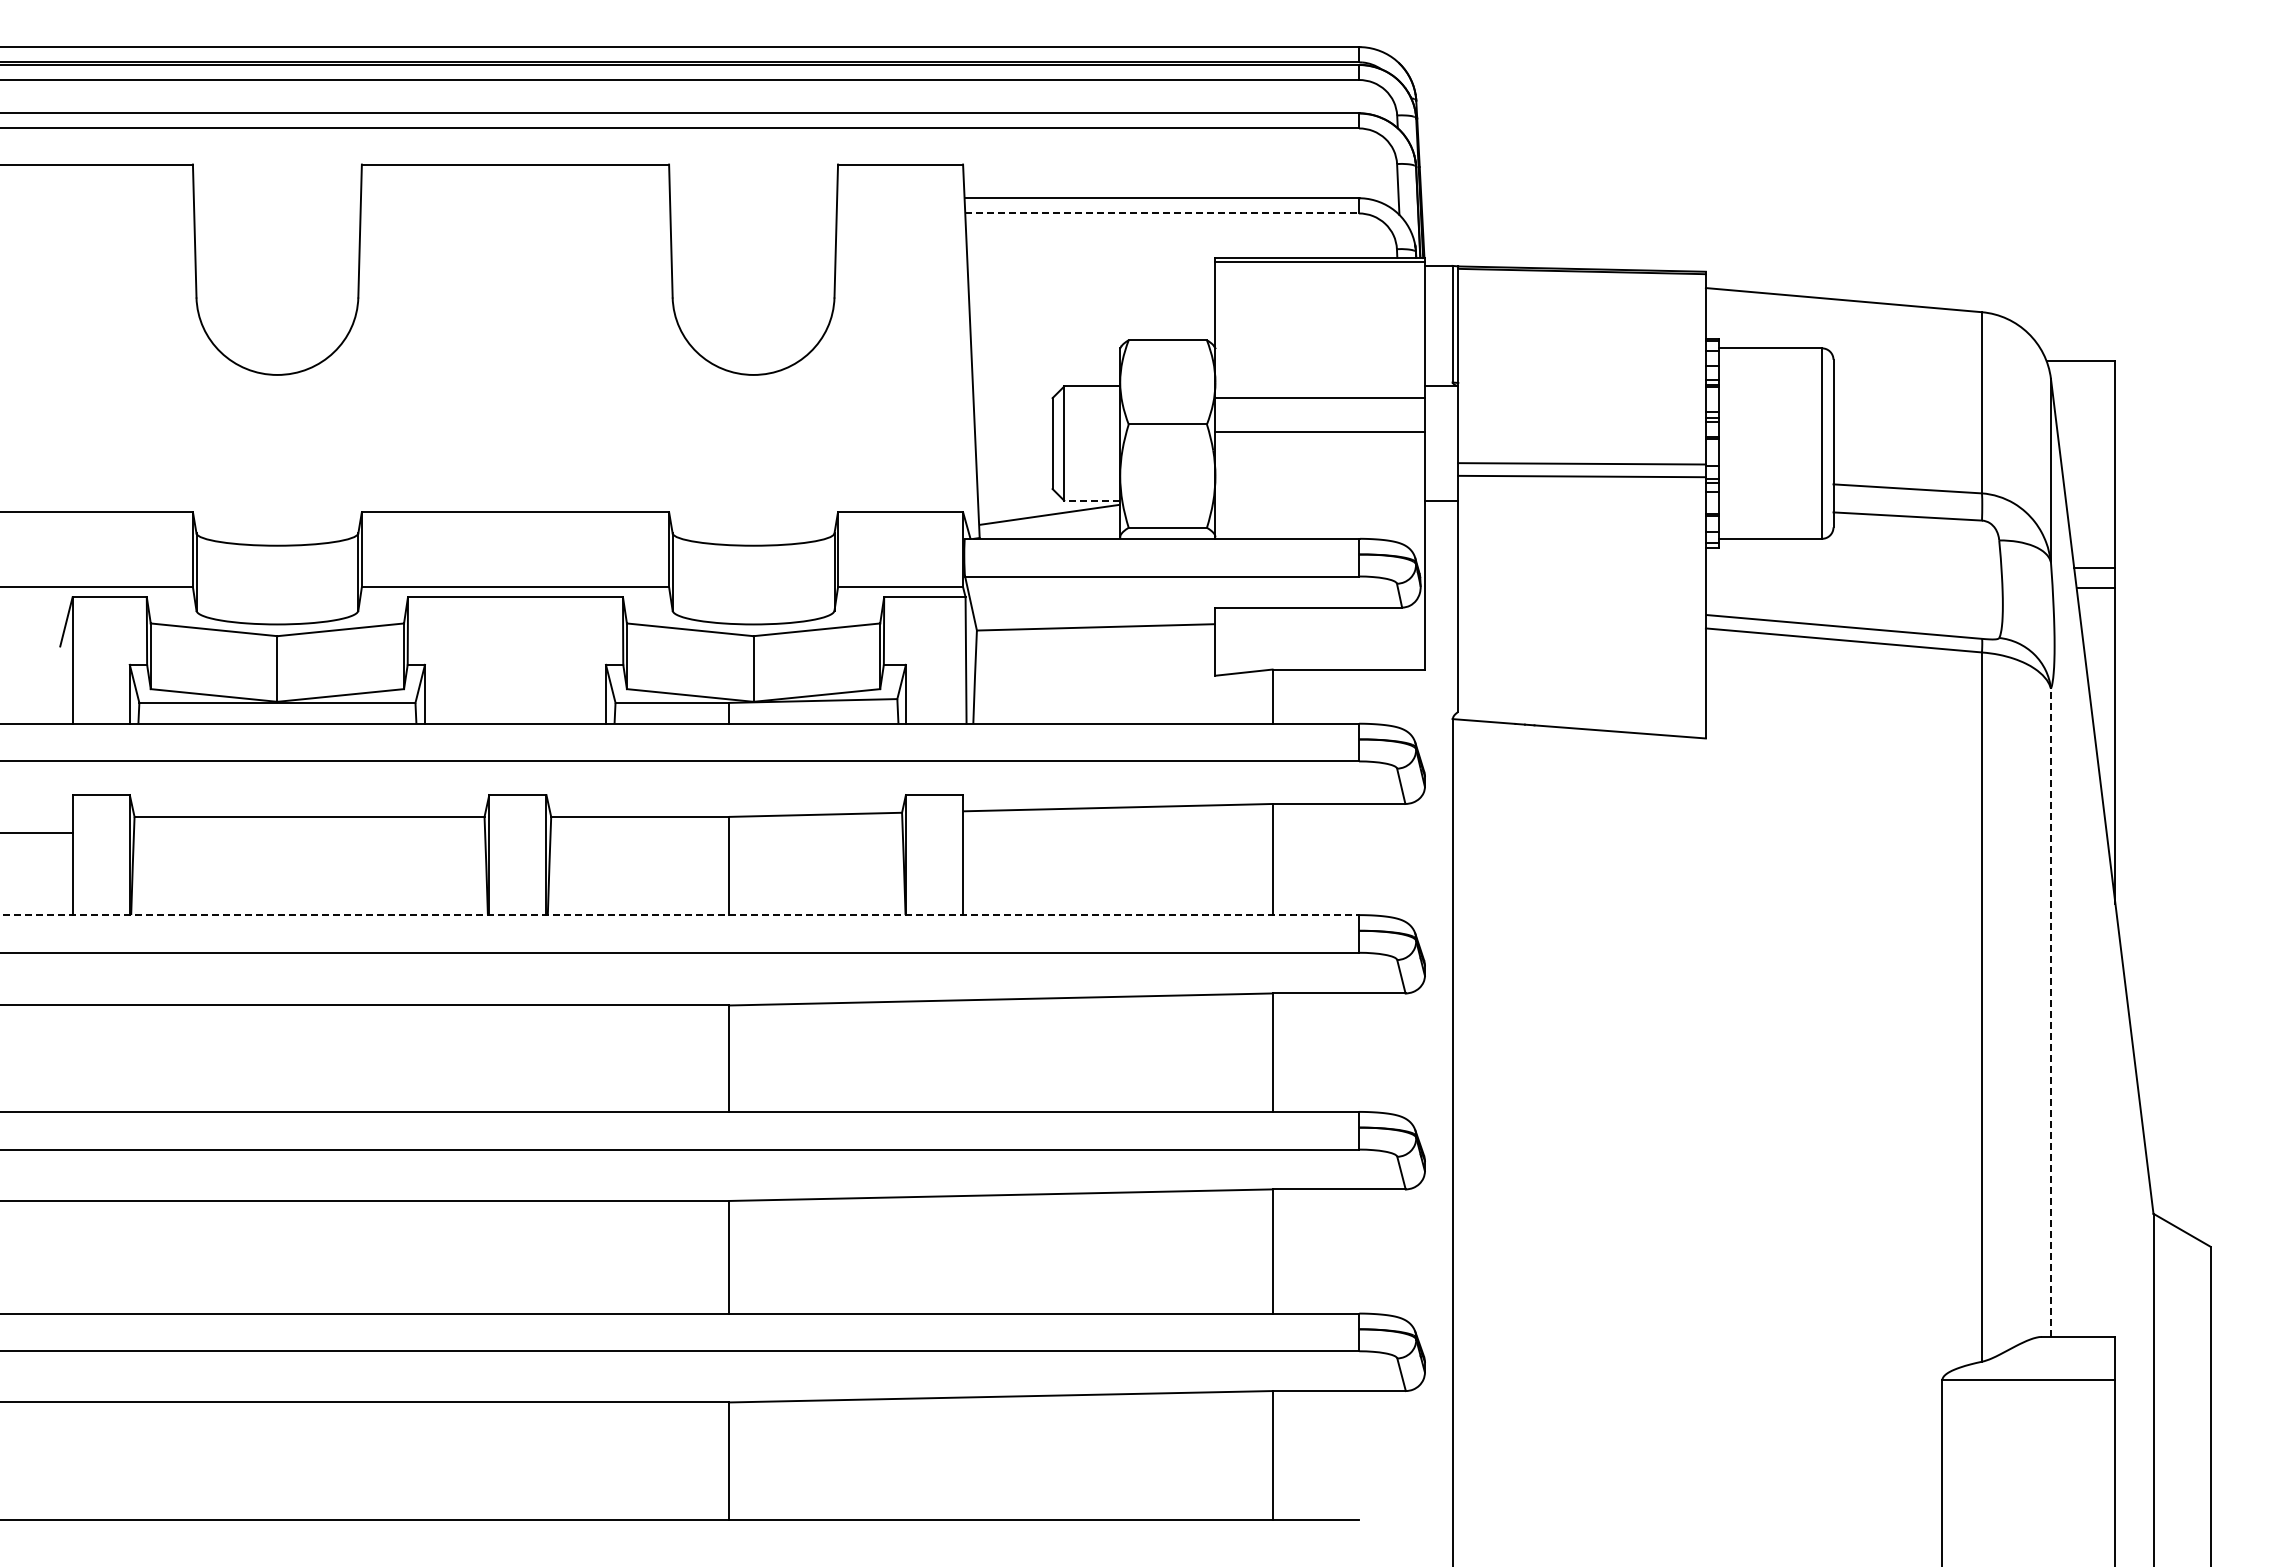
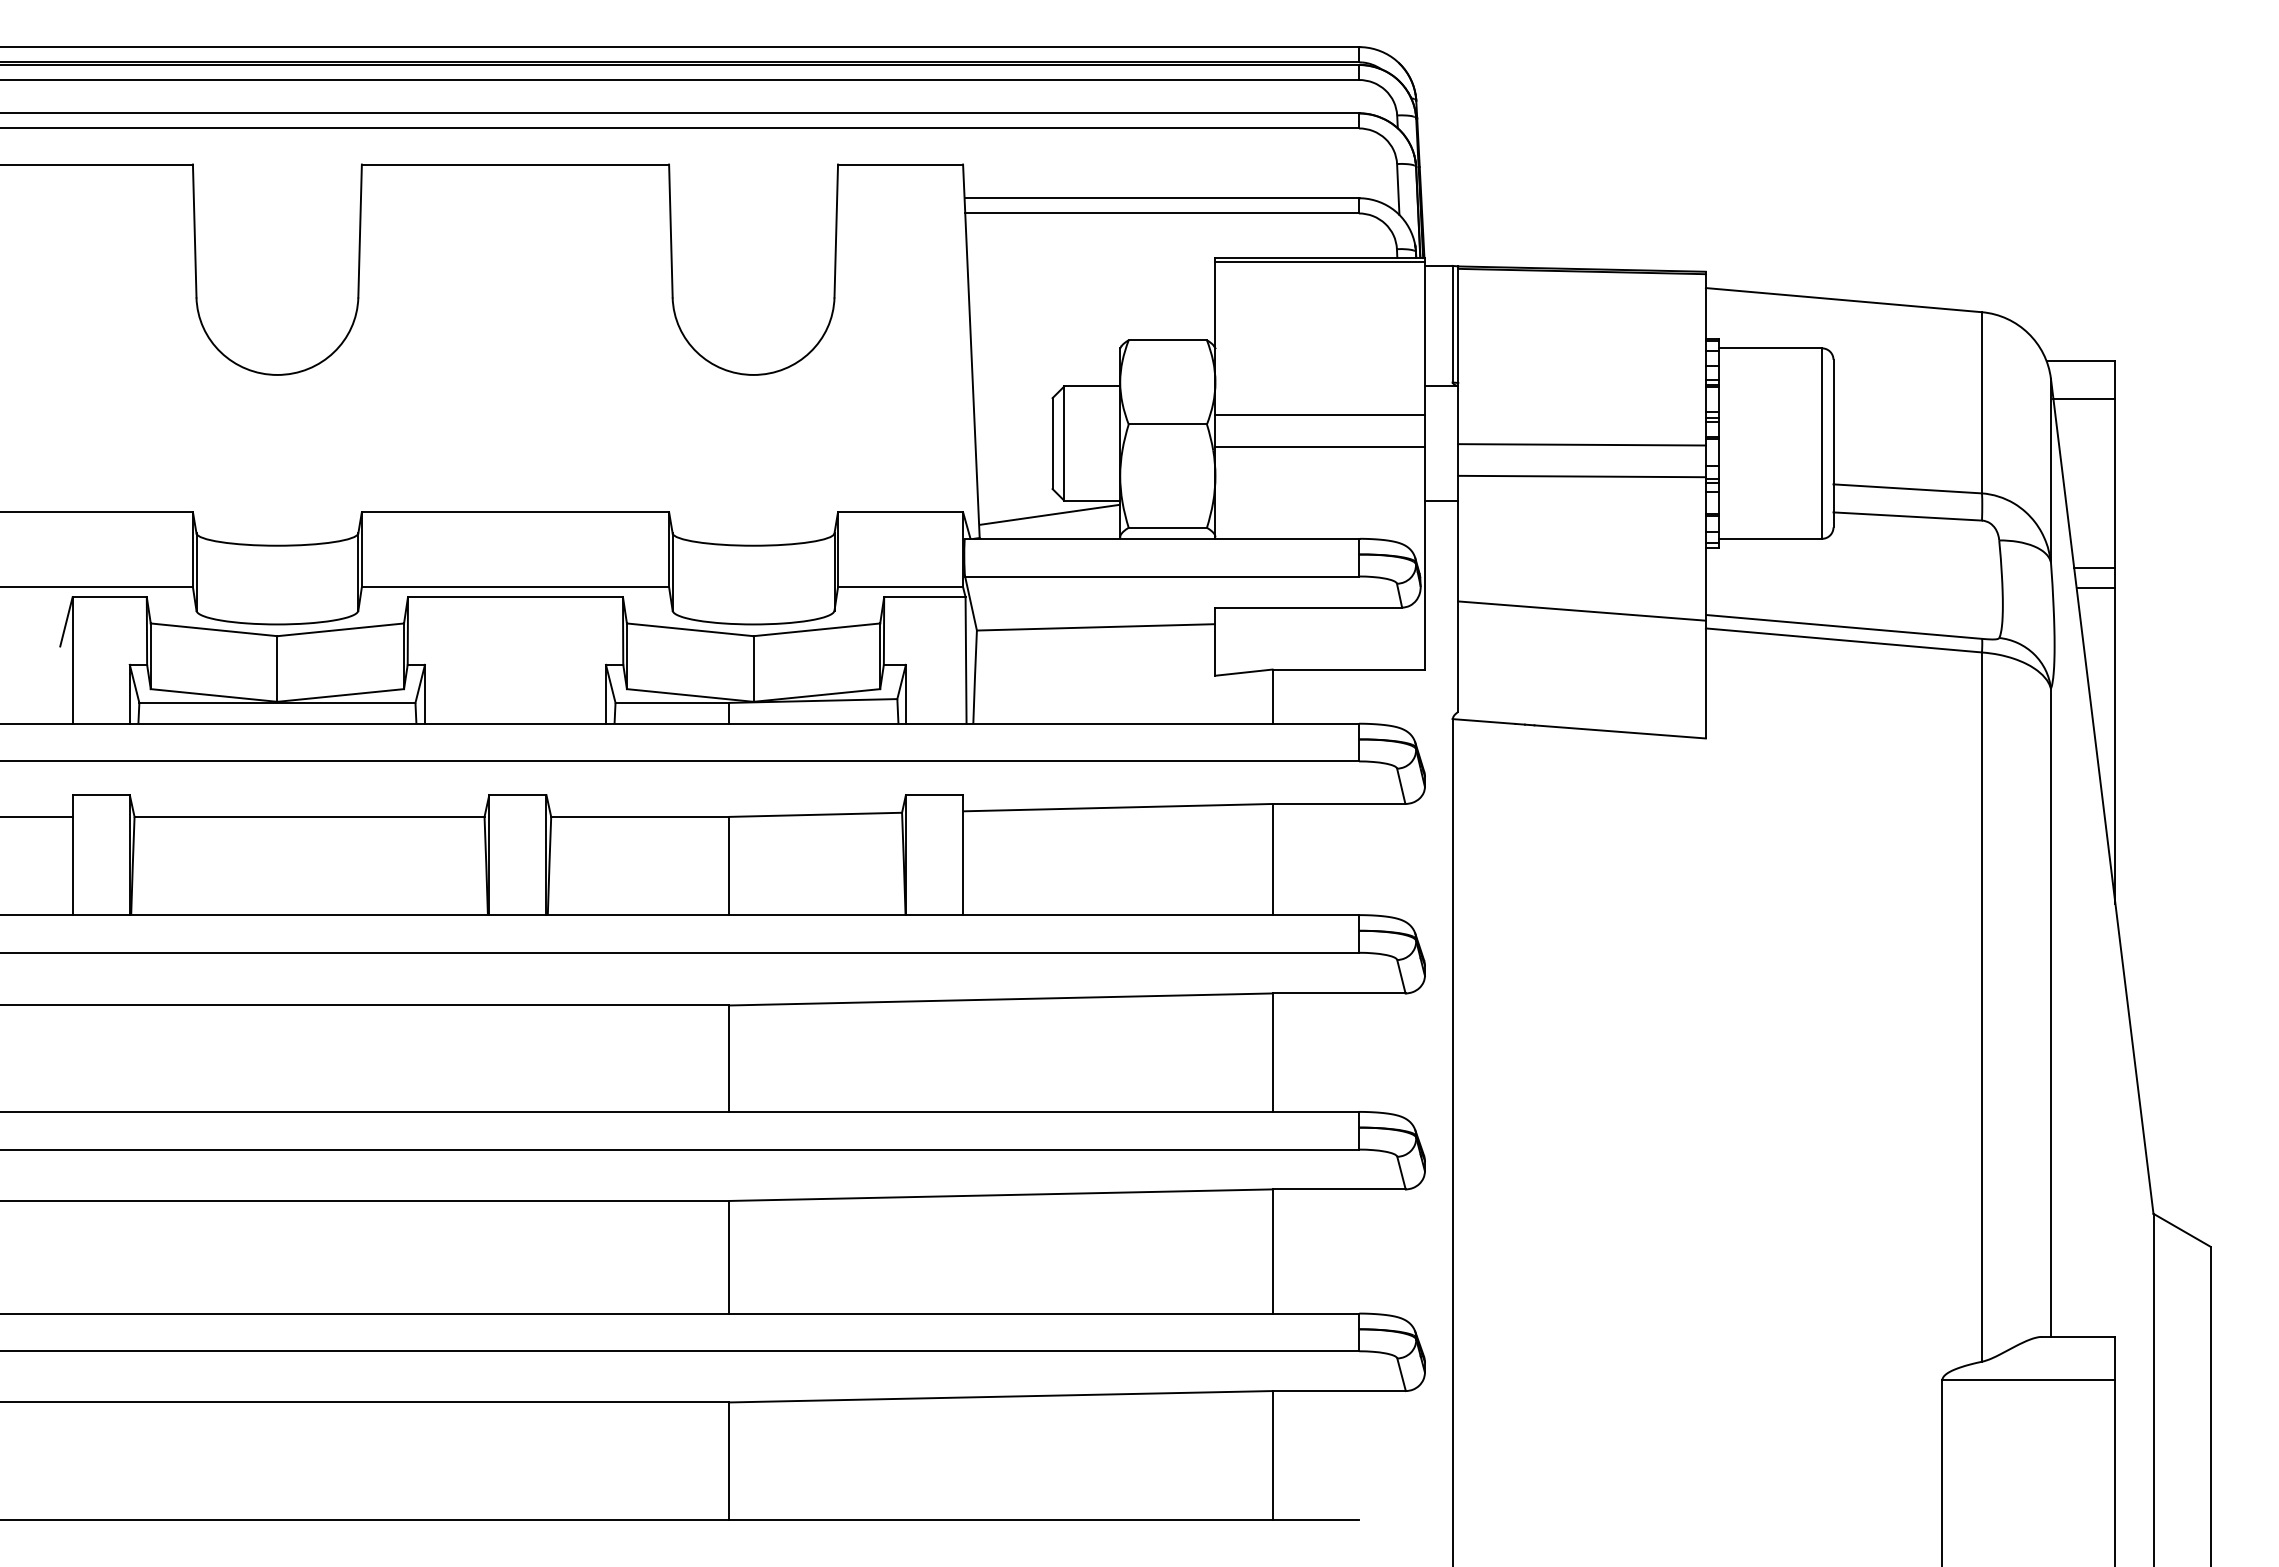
line at (1162, 213): dashed -> solid
line at (1319, 398) position: (1319, 398) -> (1319, 415)
line at (2084, 398): none -> present
line at (1319, 432) position: (1319, 432) -> (1319, 447)
line at (1581, 463) position: (1581, 463) -> (1581, 444)
line at (1092, 500): dashed -> solid
line at (1581, 610): none -> present
line at (37, 832) position: (37, 832) -> (37, 816)
line at (680, 915): dashed -> solid
line at (2050, 1012): dashed -> solid
